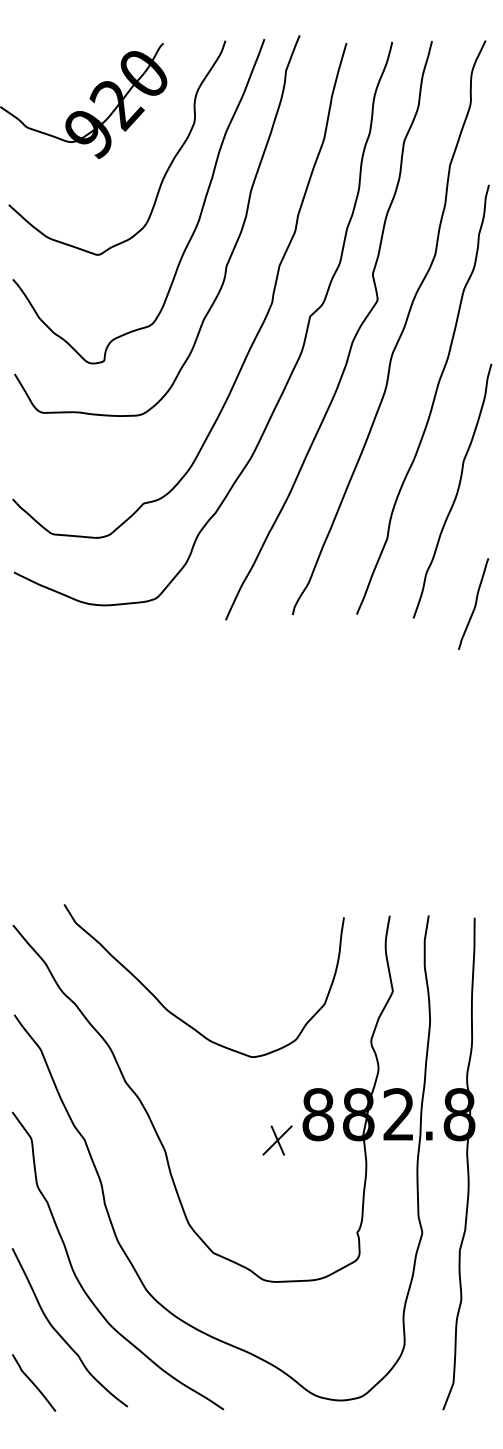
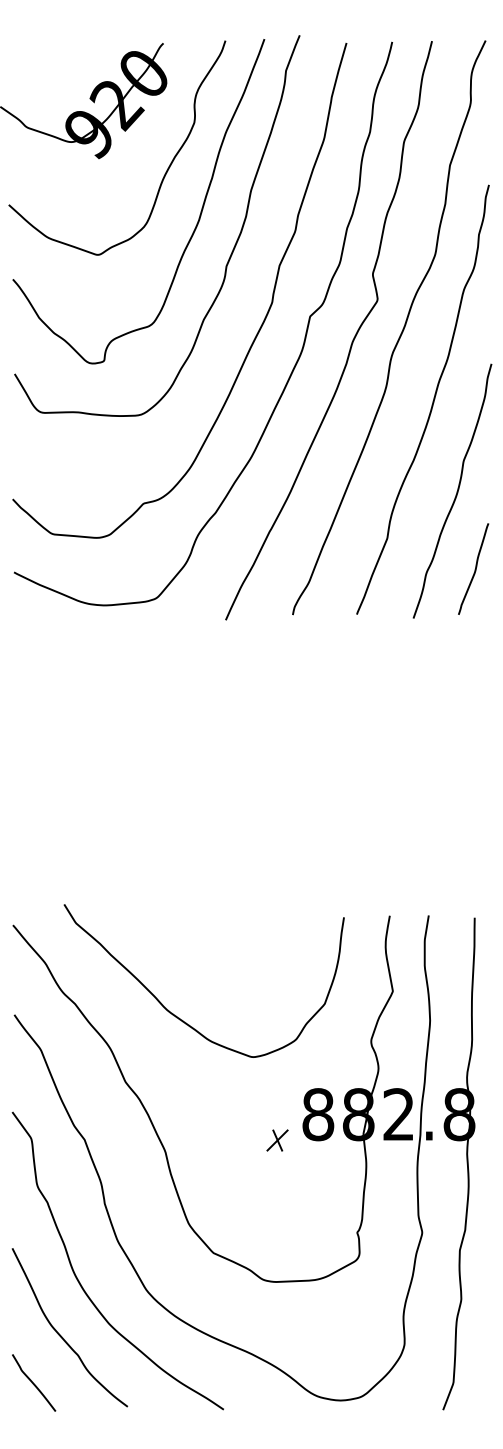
curve at (474, 604) position: (474, 604) -> (474, 569)
part at (277, 1140) size: 31x31 px -> 23x23 px
